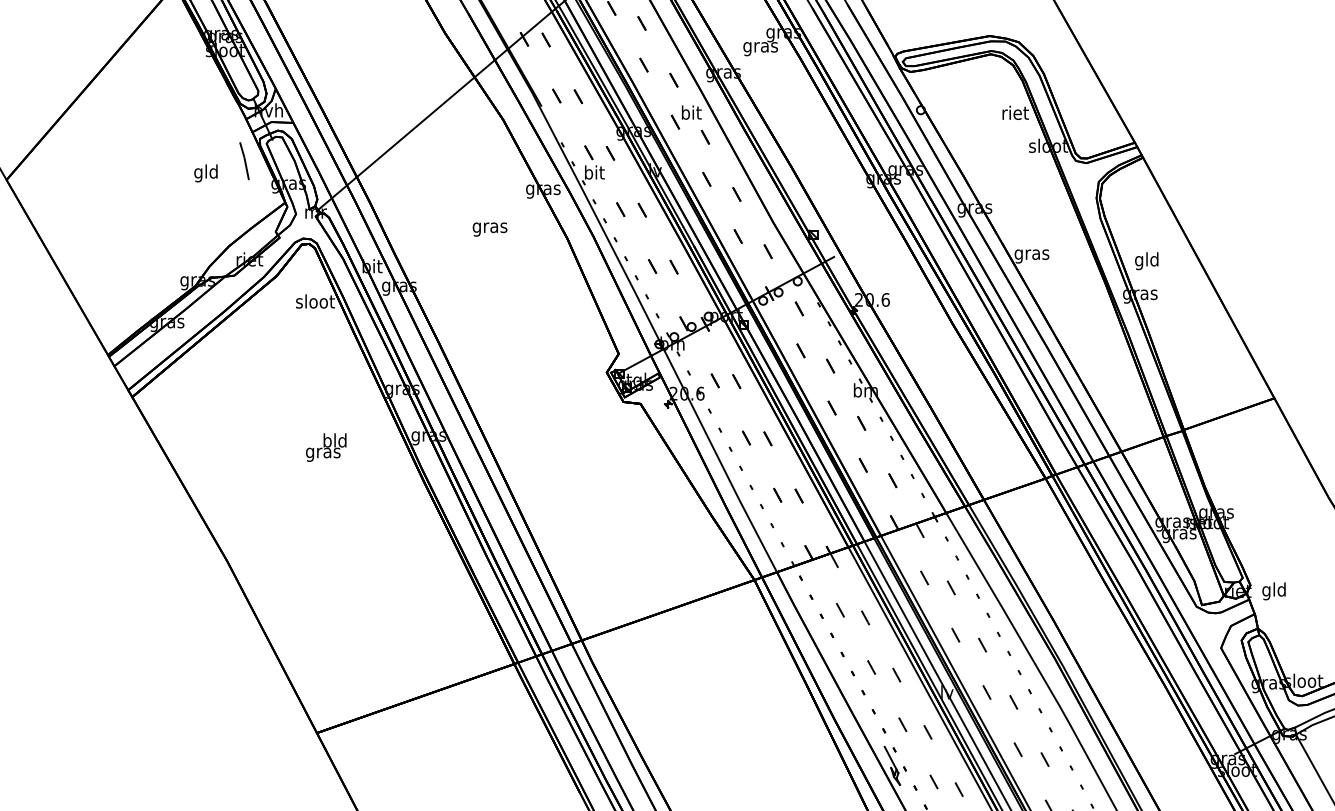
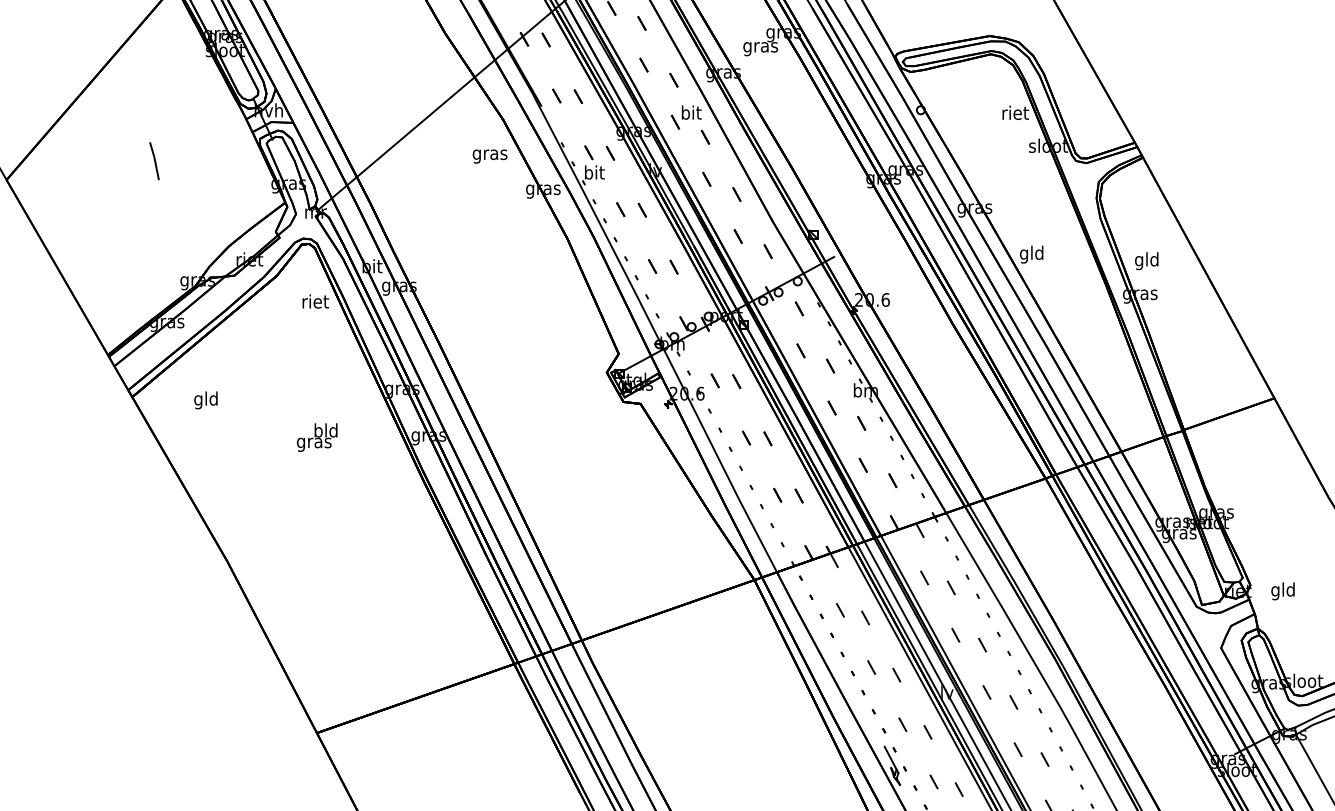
line at (244, 161) position: (244, 161) -> (154, 161)
text at (205, 173) position: (205, 173) -> (205, 400)
text at (489, 229) position: (489, 229) -> (489, 156)
text at (1031, 254): gras -> gld
text at (315, 301): sloot -> riet
text at (326, 447) position: (326, 447) -> (317, 437)
text at (1273, 591) position: (1273, 591) -> (1282, 591)
